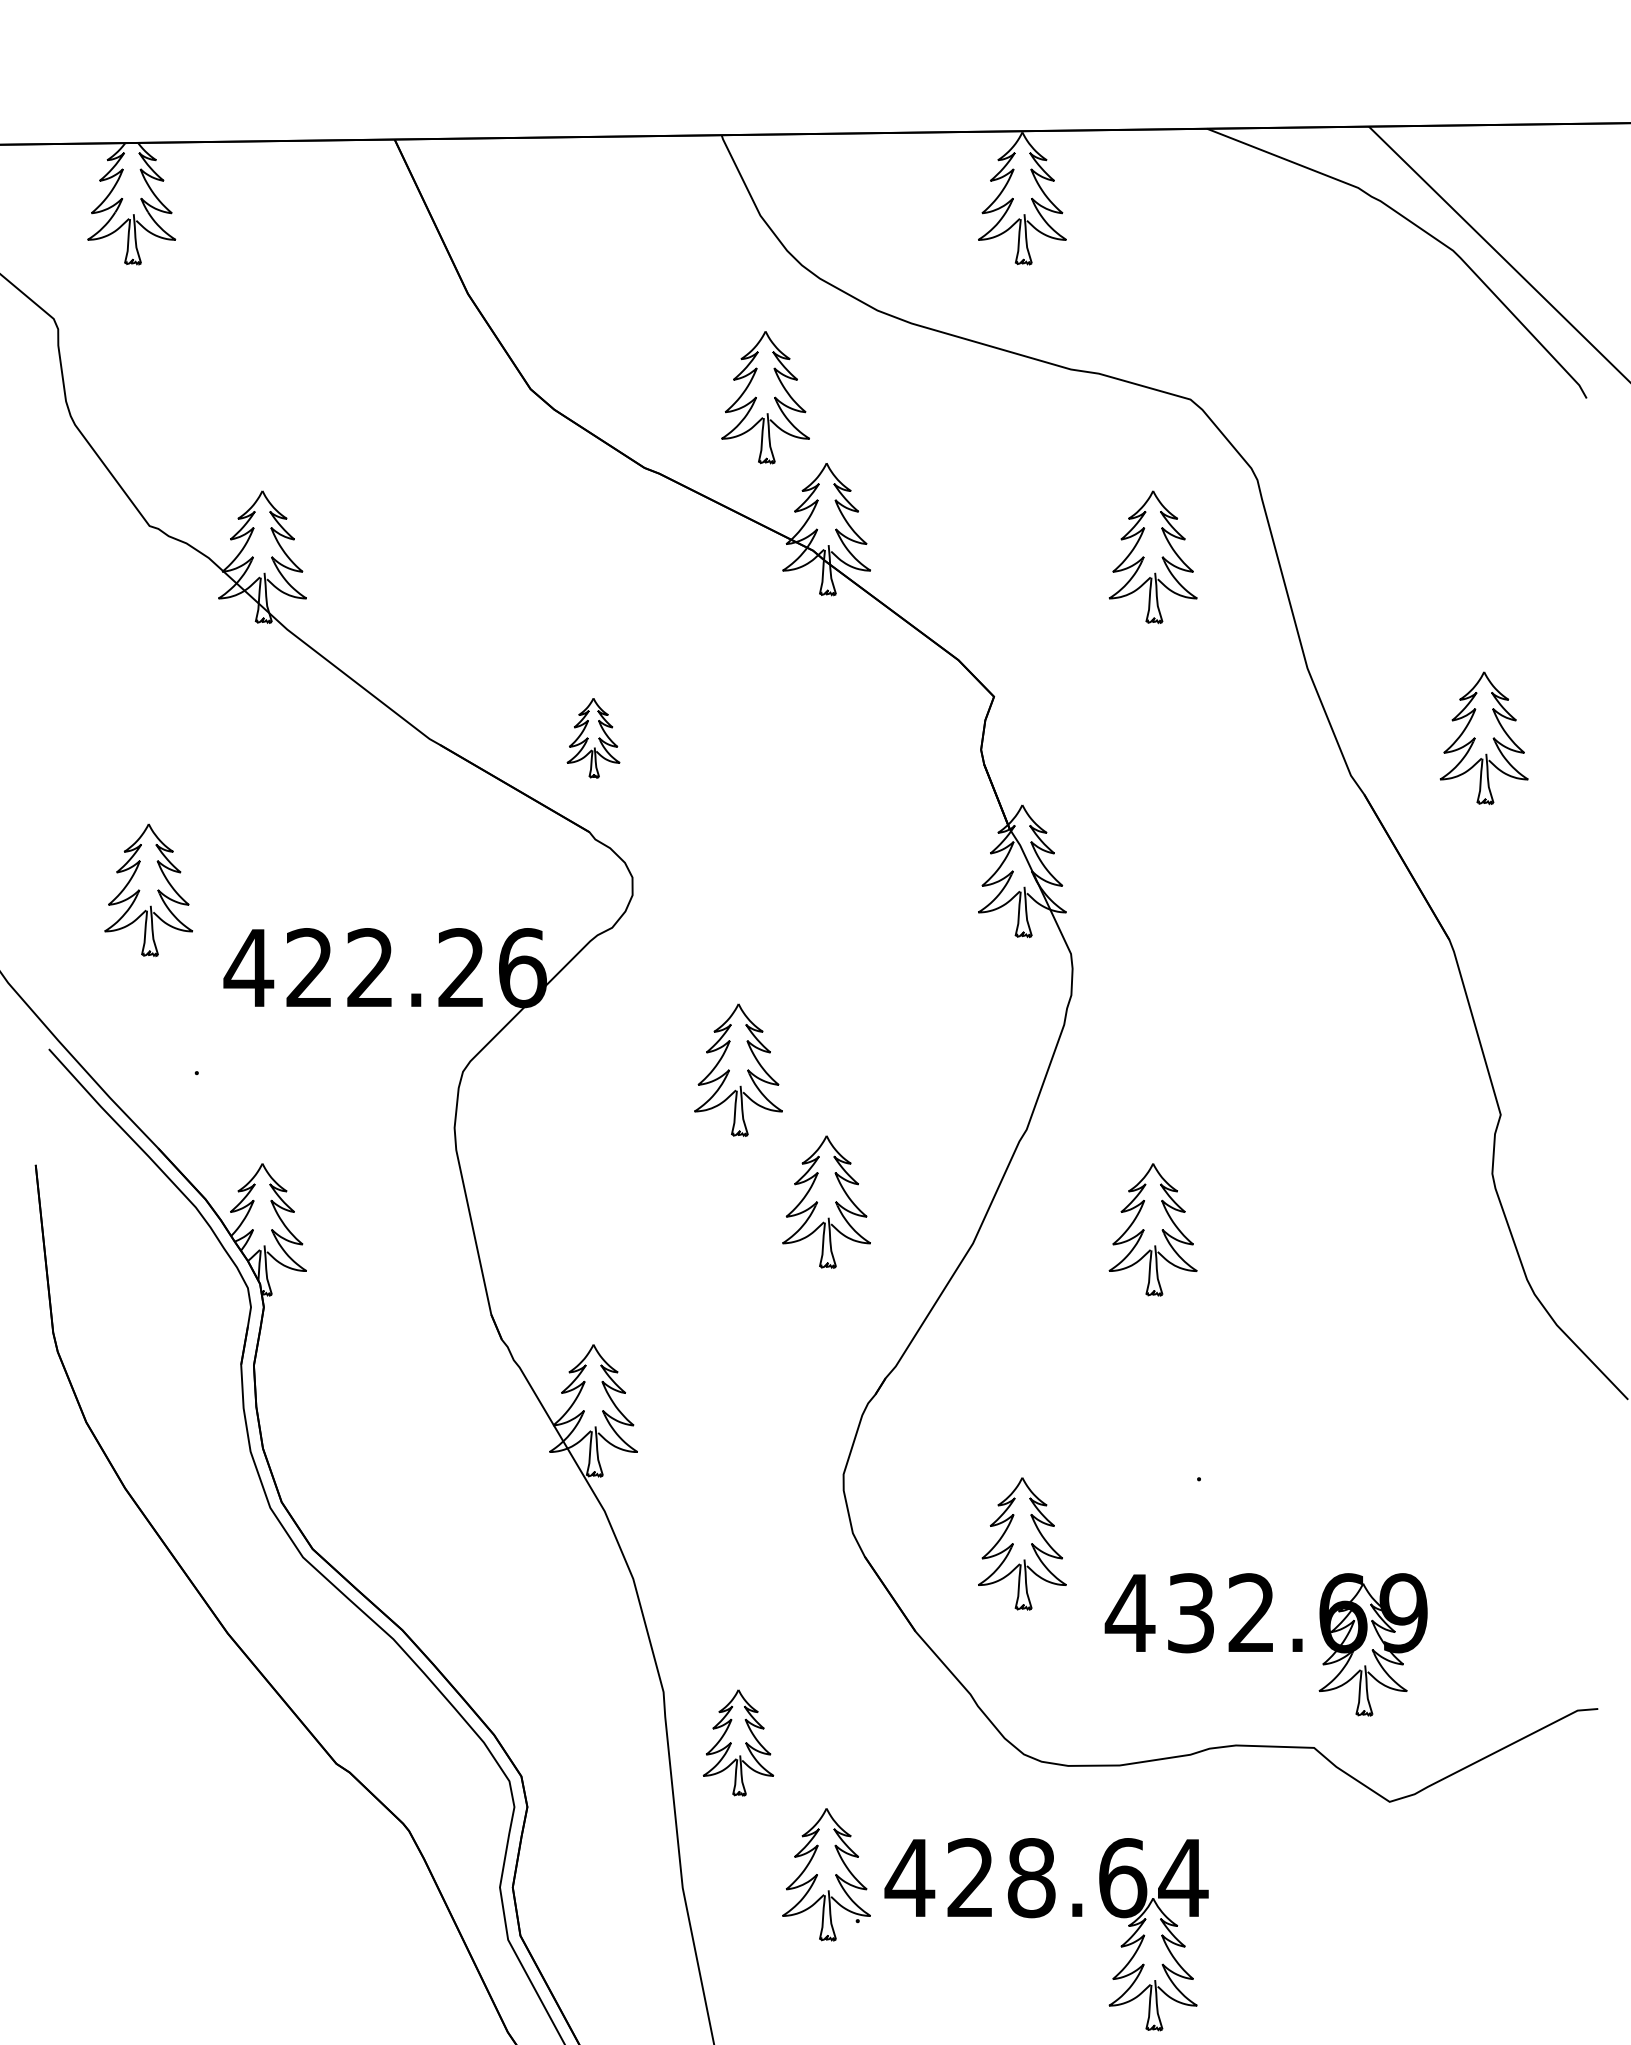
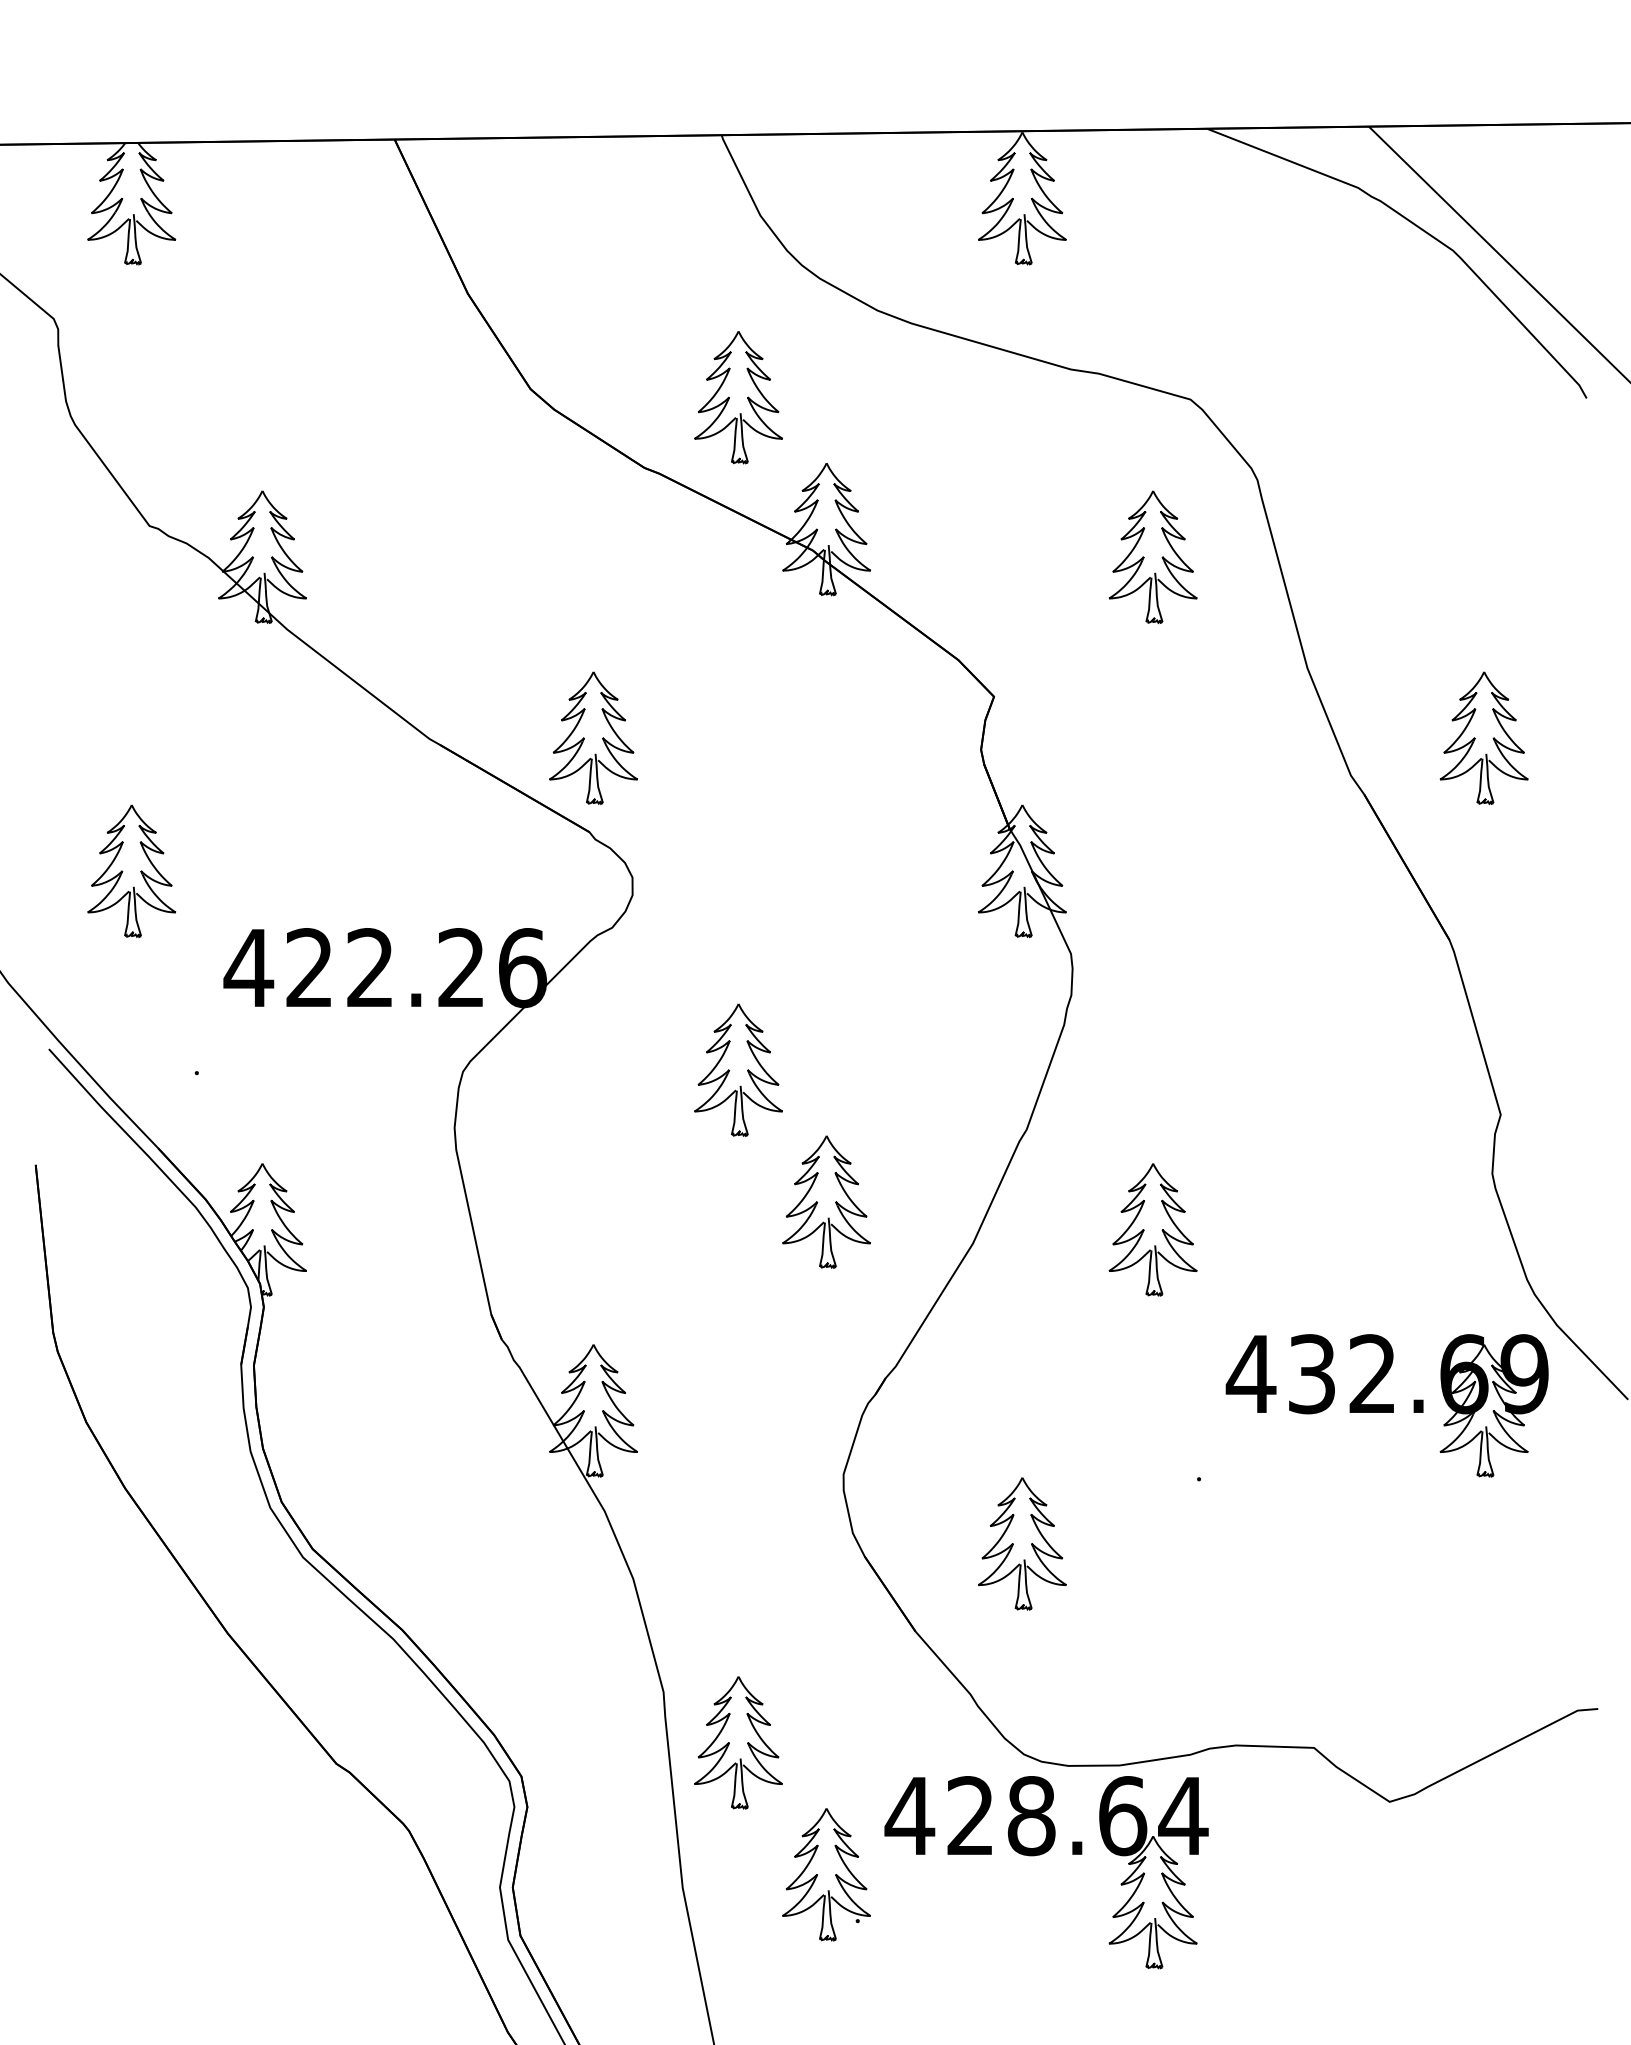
part at (765, 397) position: (765, 397) -> (738, 397)
part at (593, 738) size: 55x81 px -> 89x134 px
part at (148, 890) position: (148, 890) -> (131, 871)
part at (1265, 1644) position: (1265, 1644) -> (1386, 1405)
part at (738, 1742) size: 73x108 px -> 89x134 px
part at (1040, 1917) position: (1040, 1917) -> (1040, 1855)
